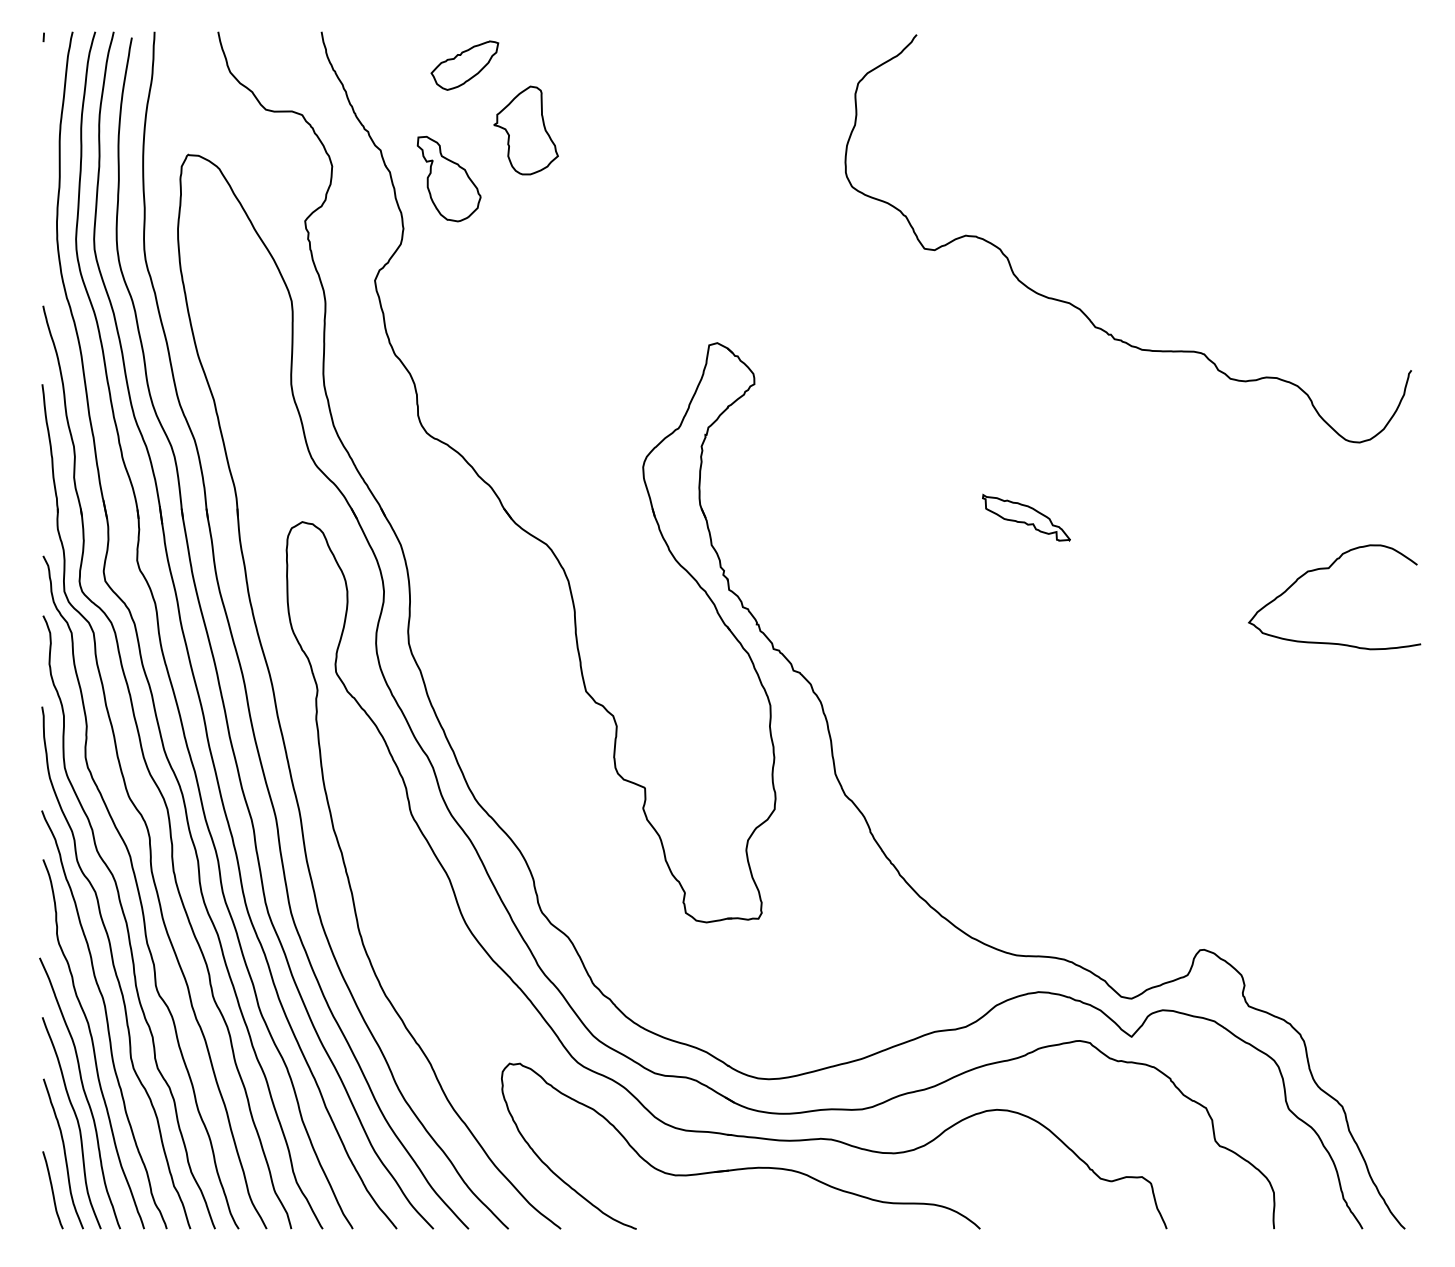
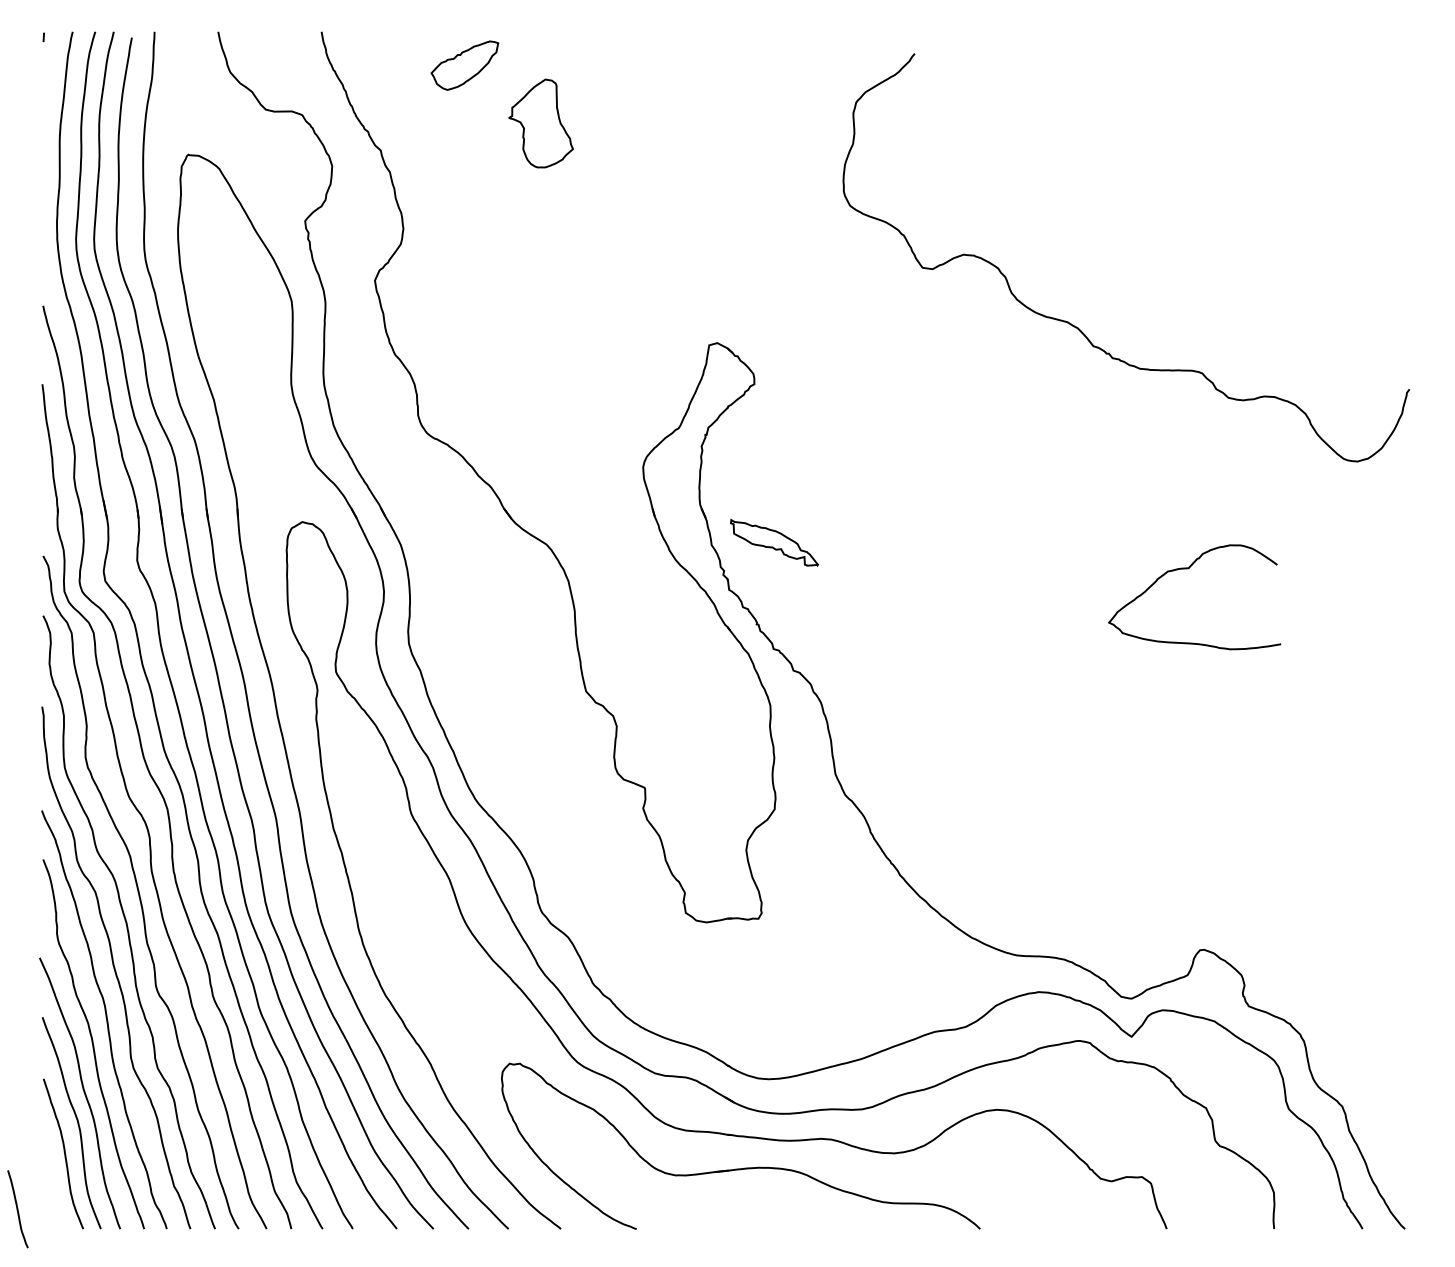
part at (525, 130) position: (525, 130) -> (540, 123)
part at (448, 178): present -> none
curve at (1080, 308) position: (1080, 308) -> (1078, 327)
part at (1026, 517) position: (1026, 517) -> (774, 542)
curve at (1328, 569) position: (1328, 569) -> (1188, 569)
curve at (52, 1190) position: (52, 1190) -> (17, 1209)
